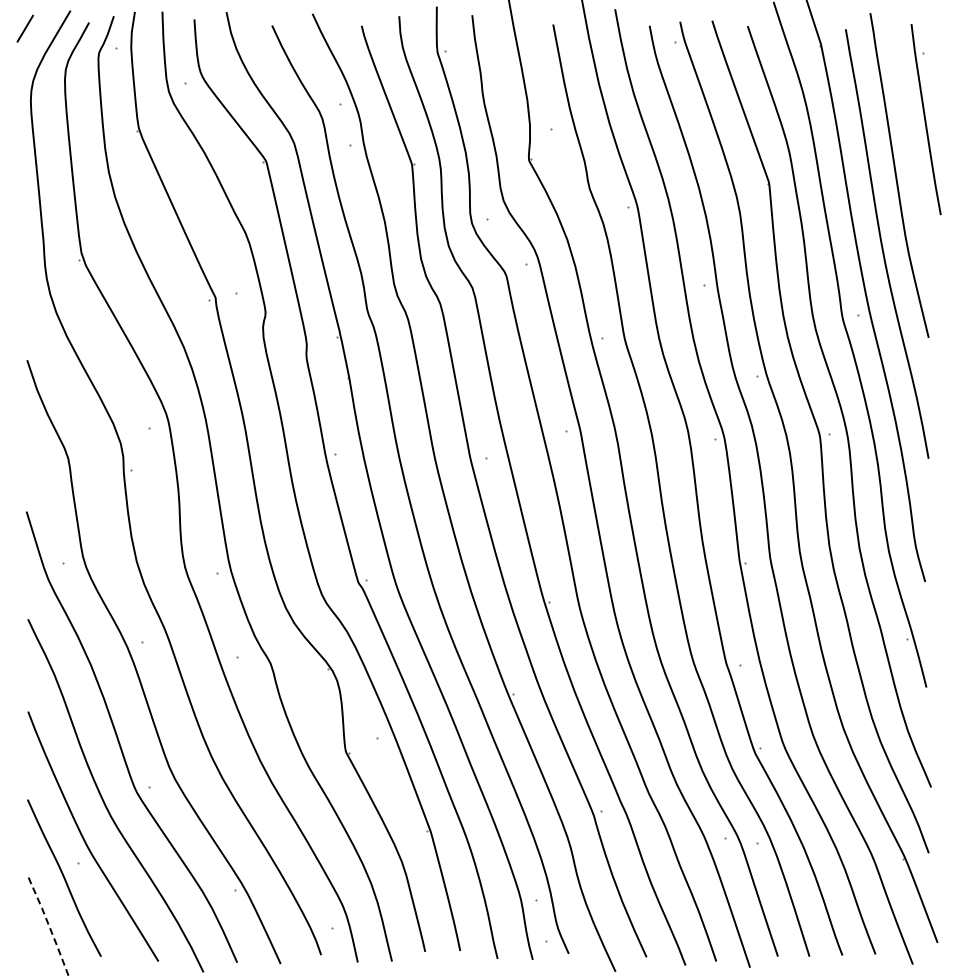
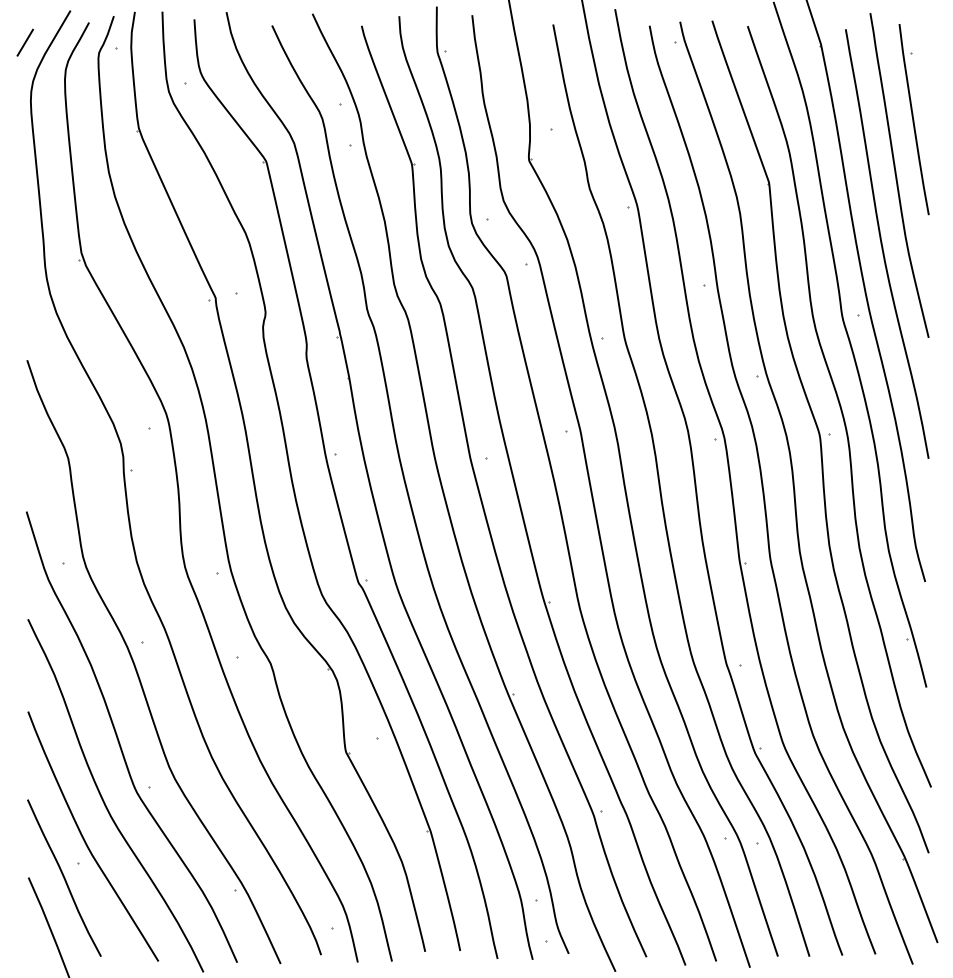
line at (24, 28) position: (24, 28) -> (24, 42)
part at (925, 119) position: (925, 119) -> (913, 119)
line at (49, 927): dashed -> solid
